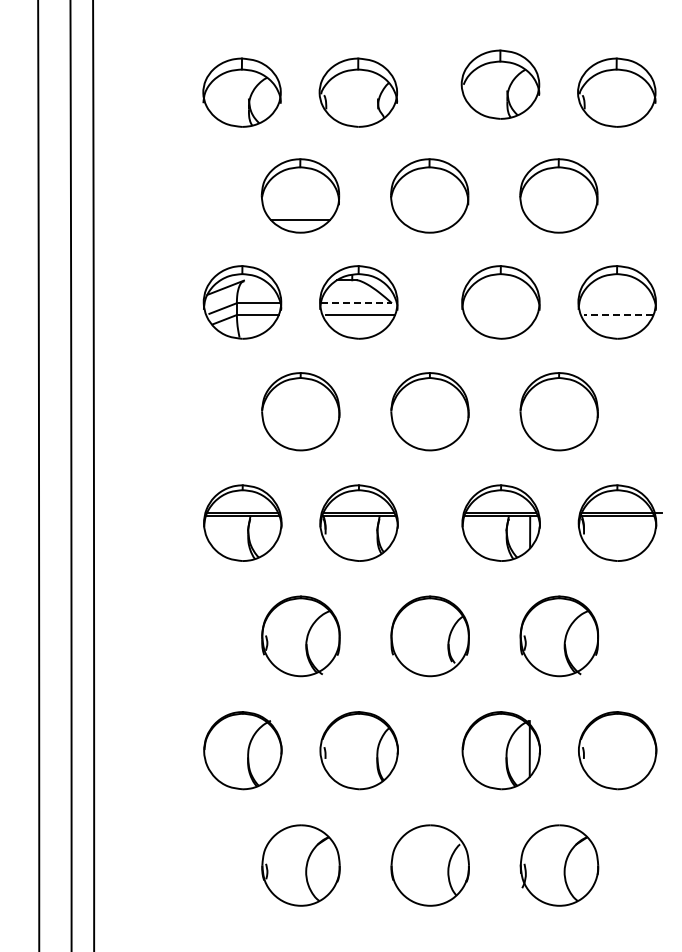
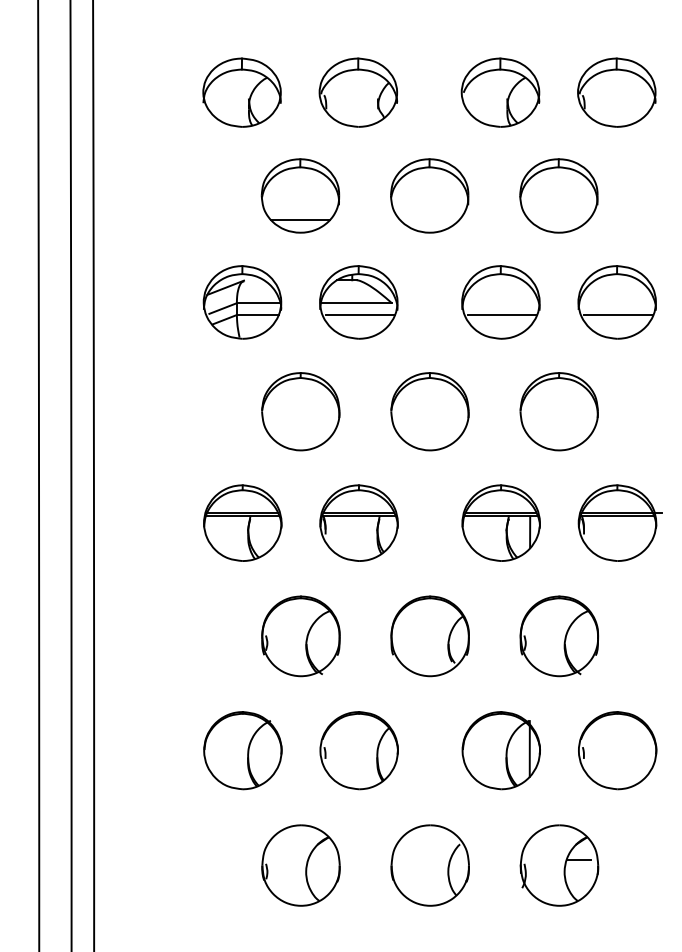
part at (500, 84) position: (500, 84) -> (500, 92)
line at (357, 303): dashed -> solid
line at (502, 315): none -> present
line at (618, 315): dashed -> solid
line at (579, 860): none -> present
